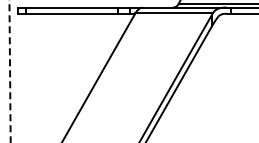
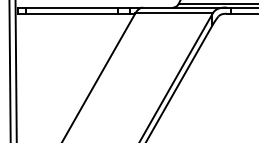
line at (15, 70): none -> present
line at (10, 71): dashed -> solid
